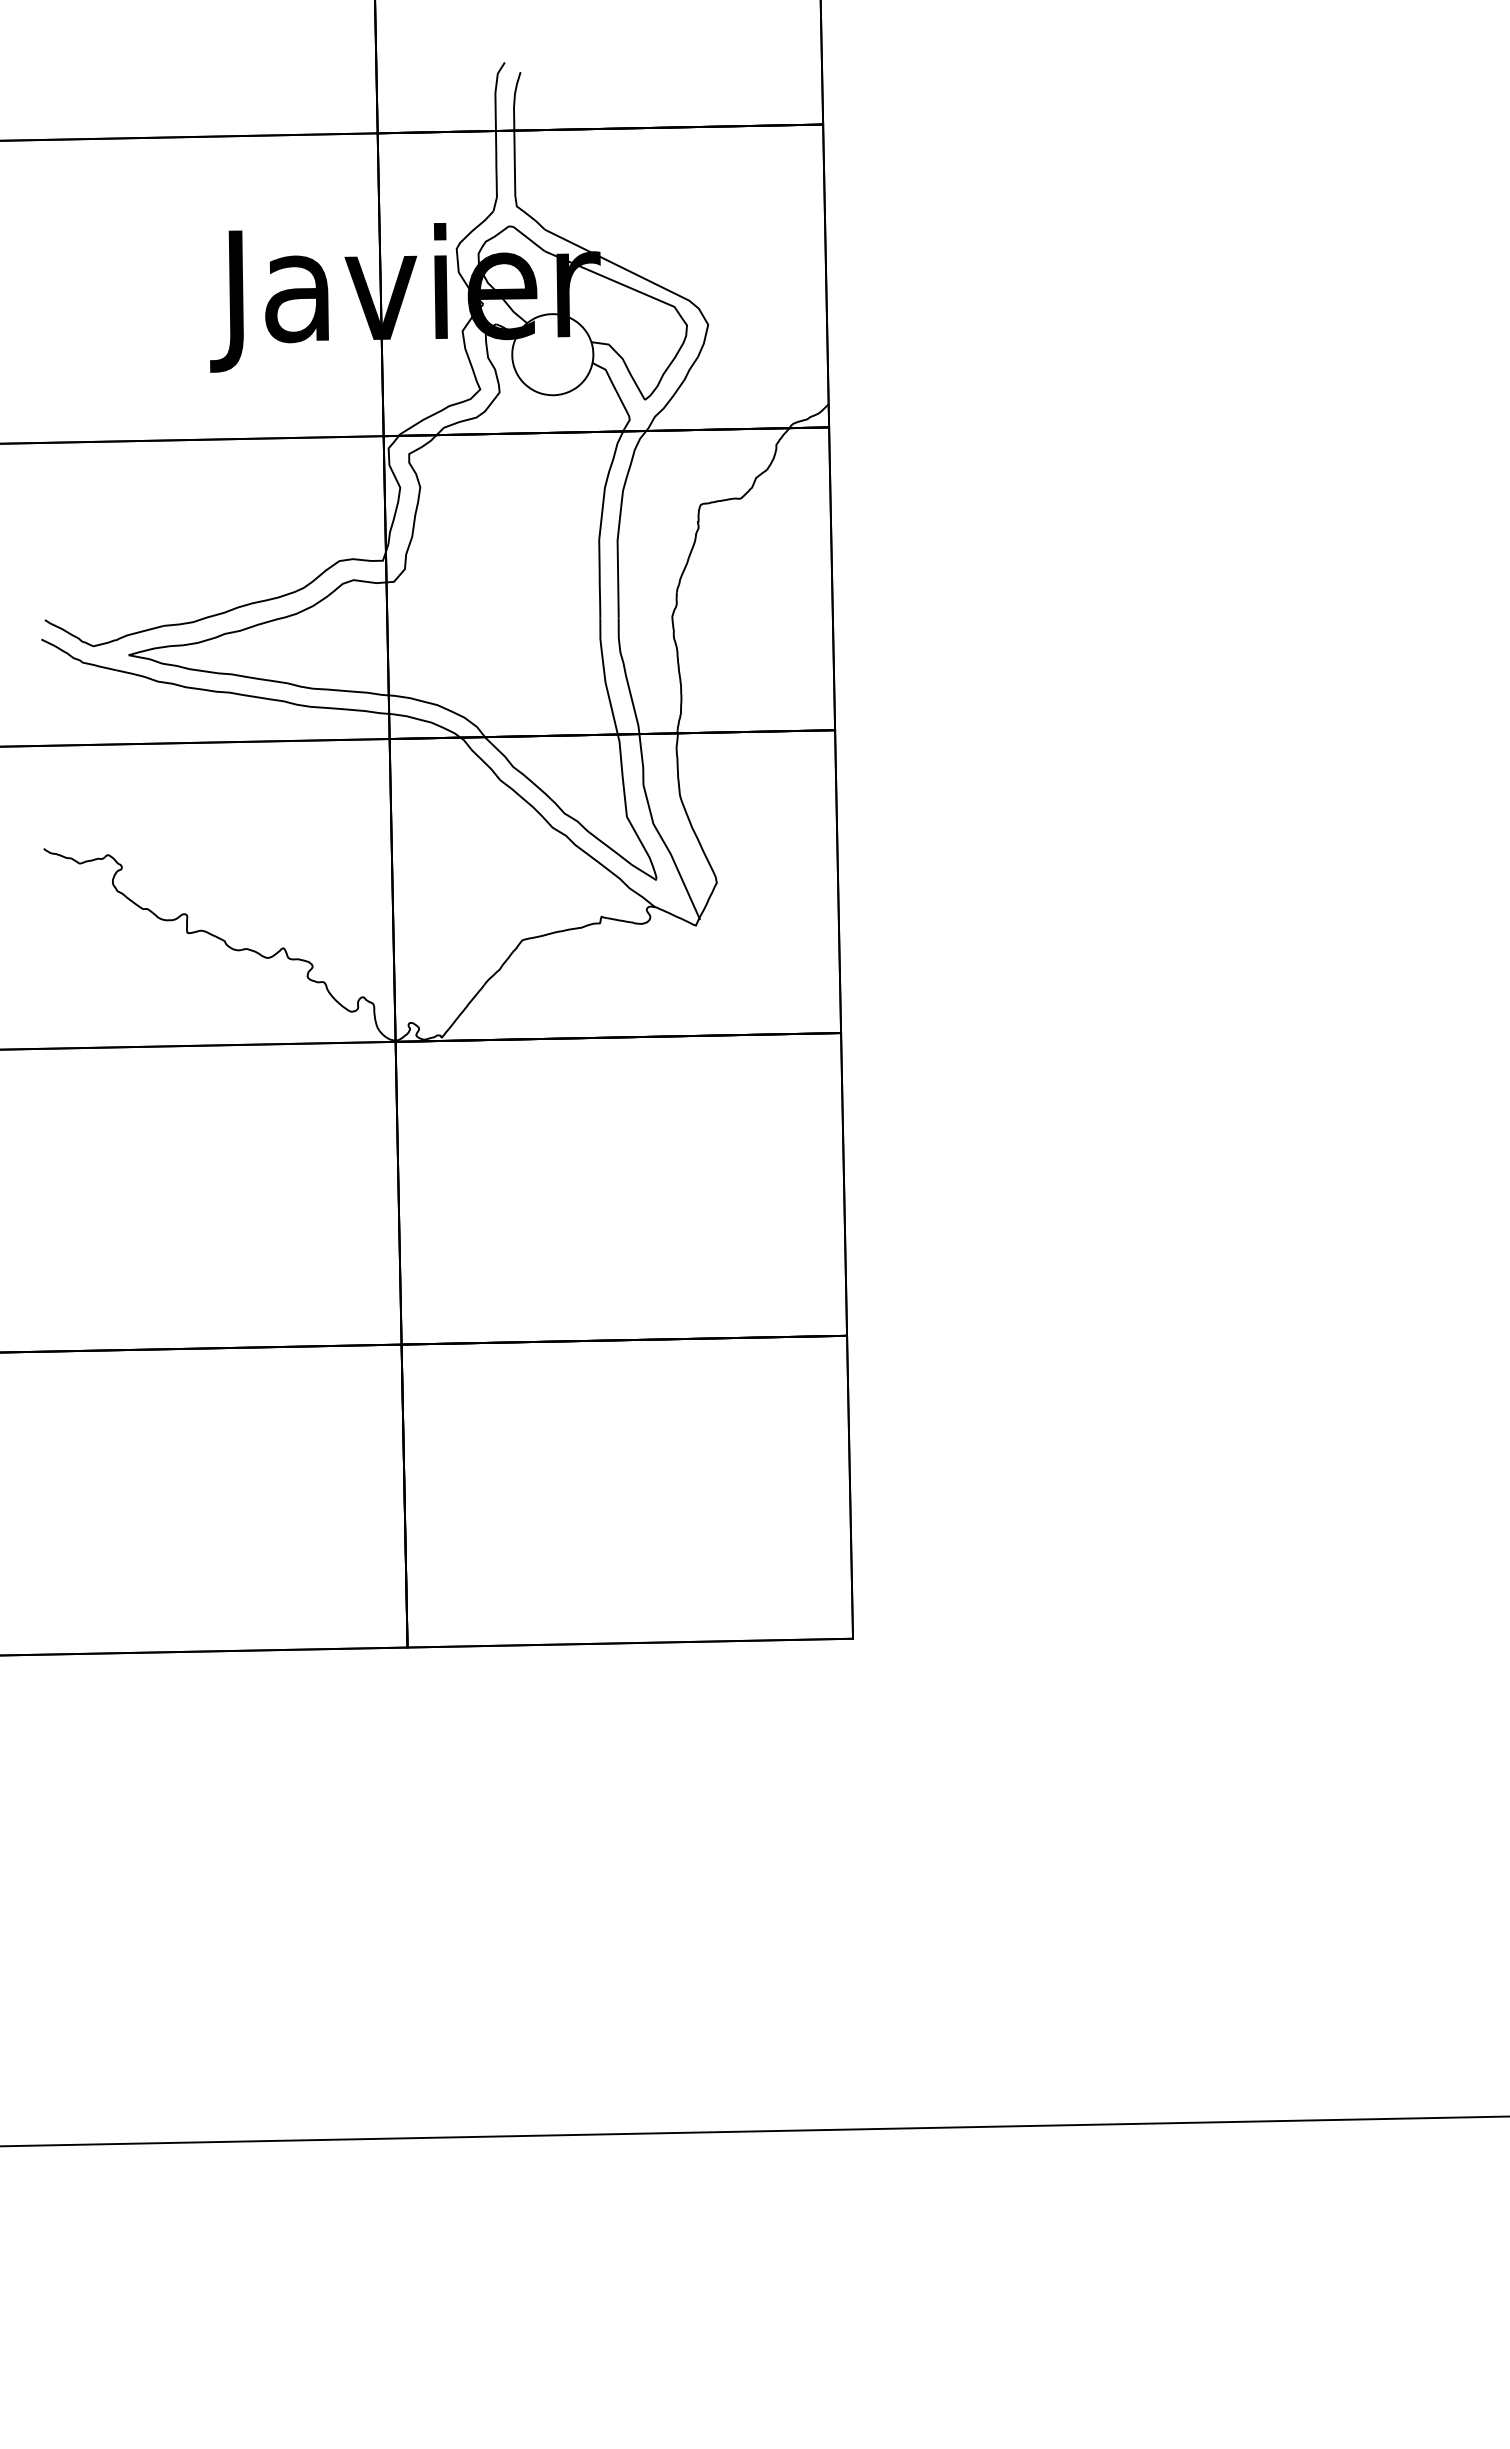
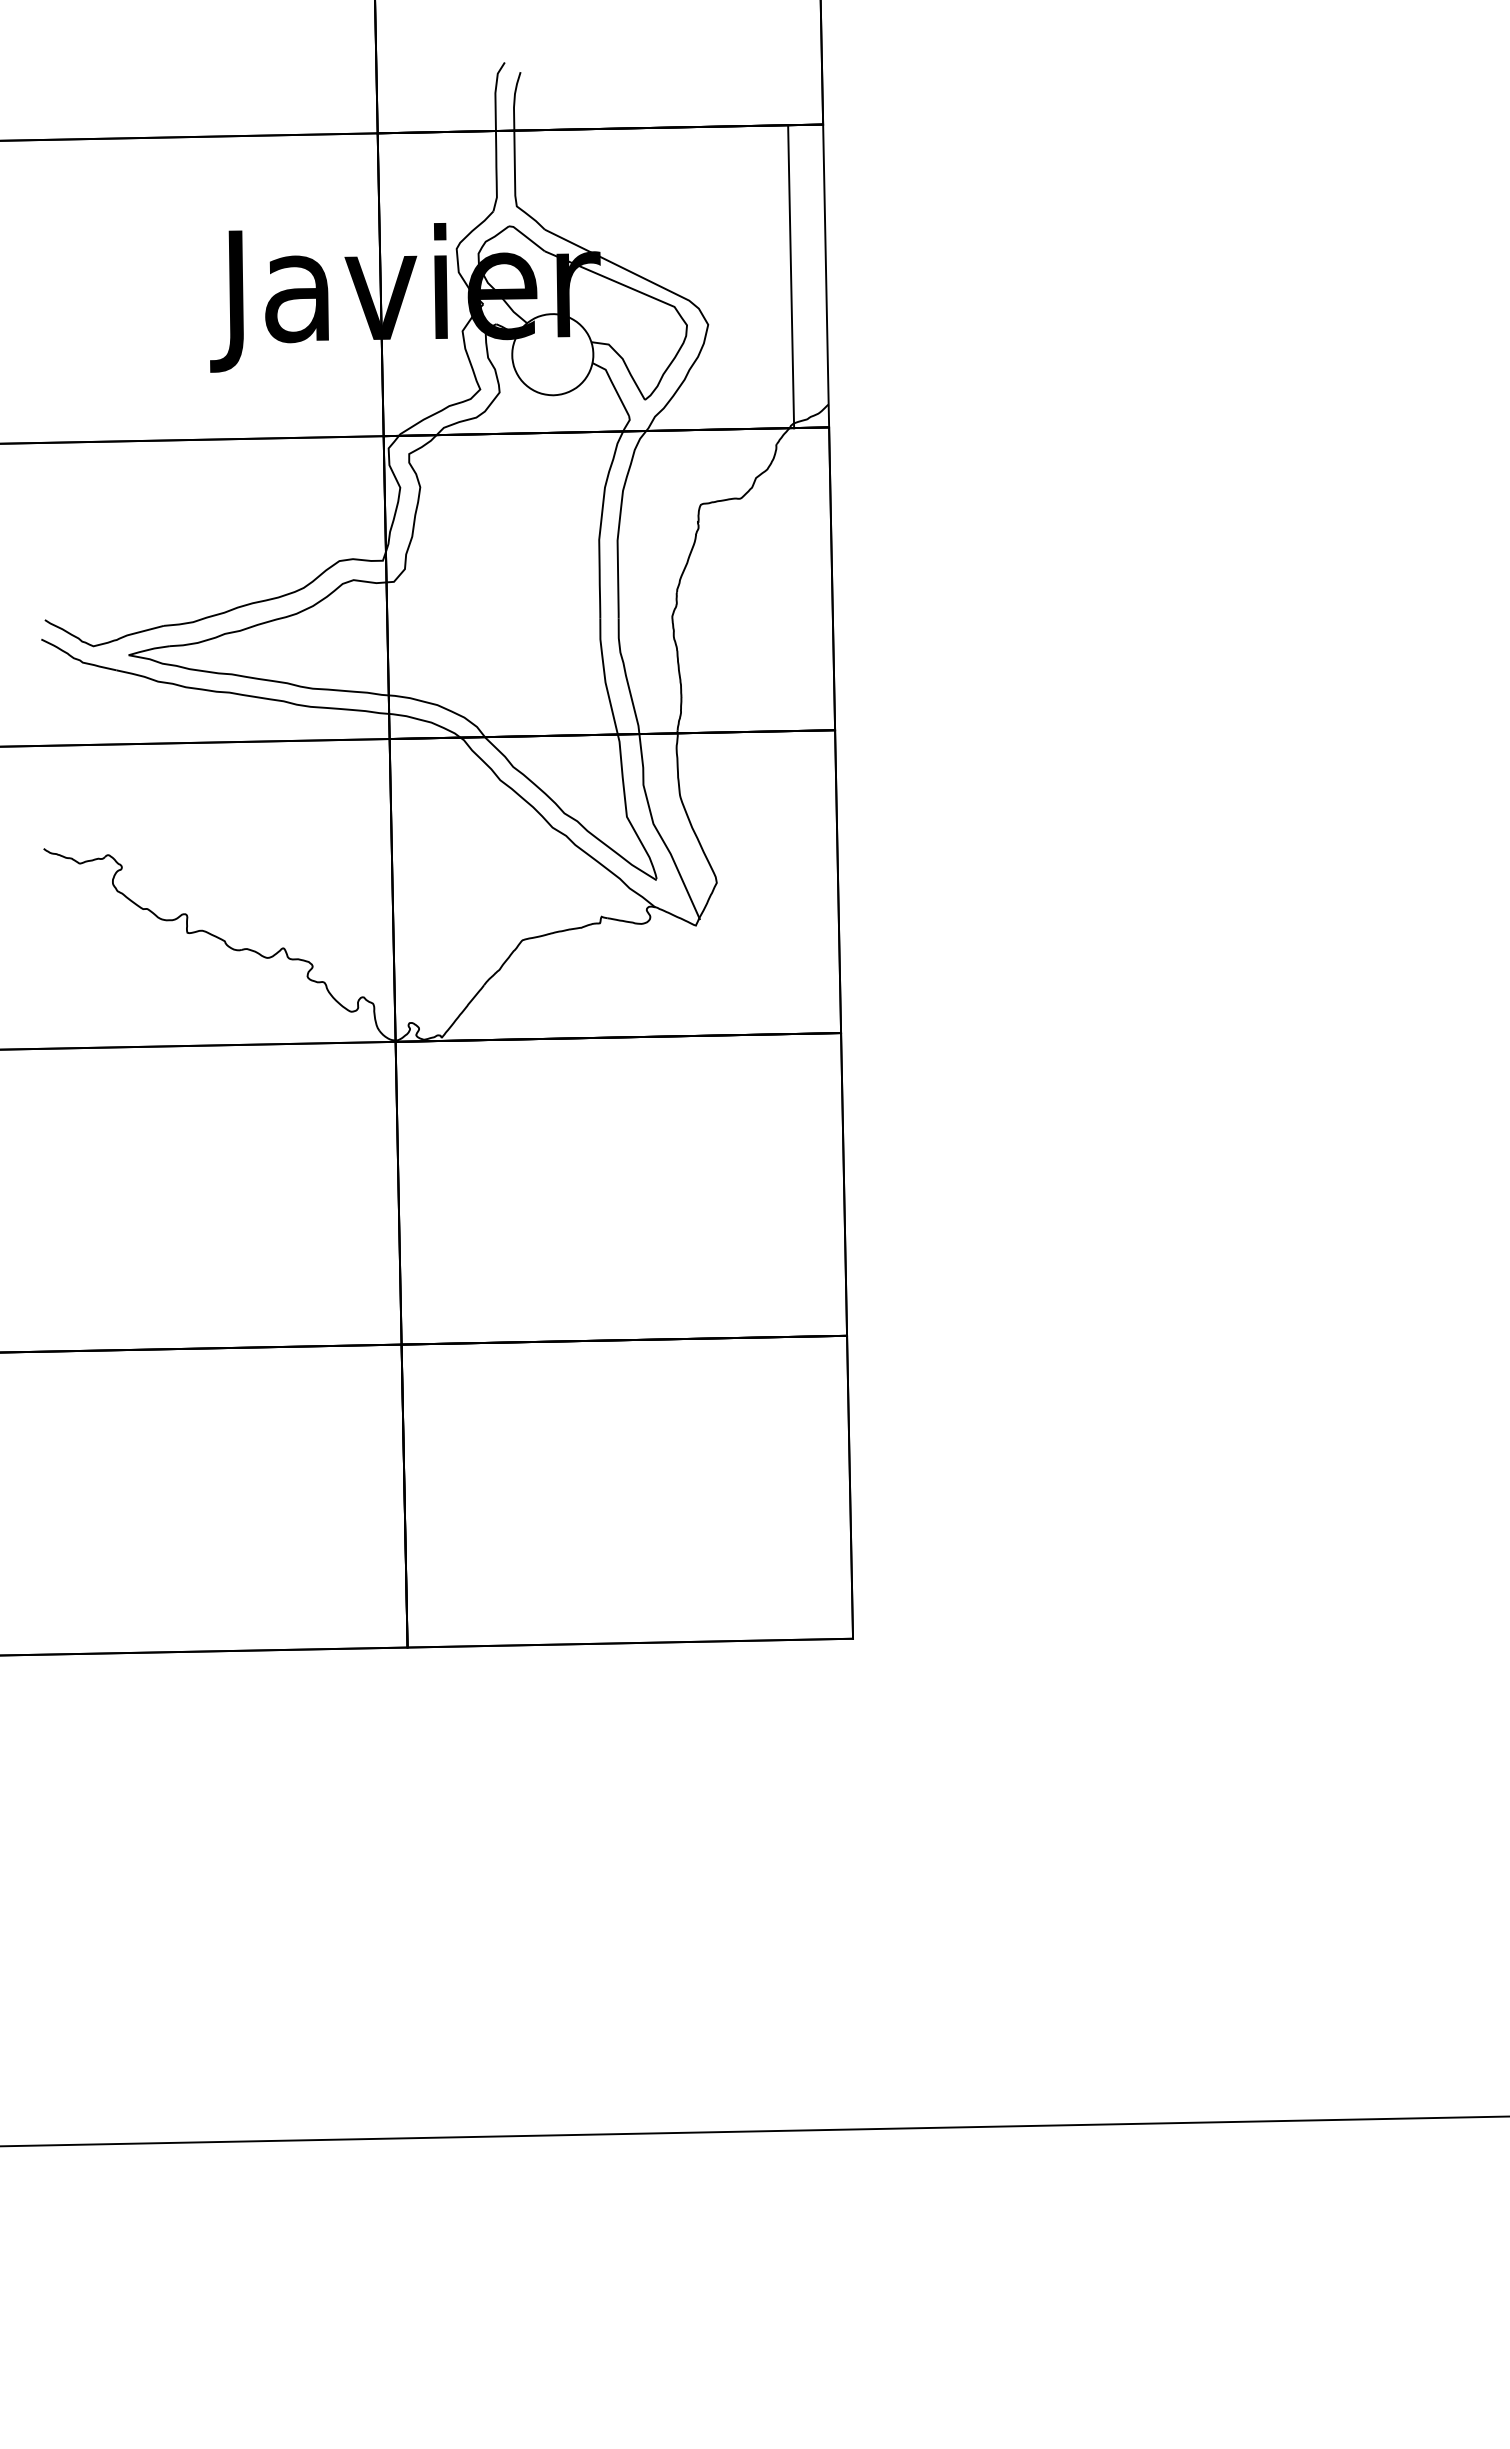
line at (826, 275) position: (826, 275) -> (791, 276)
